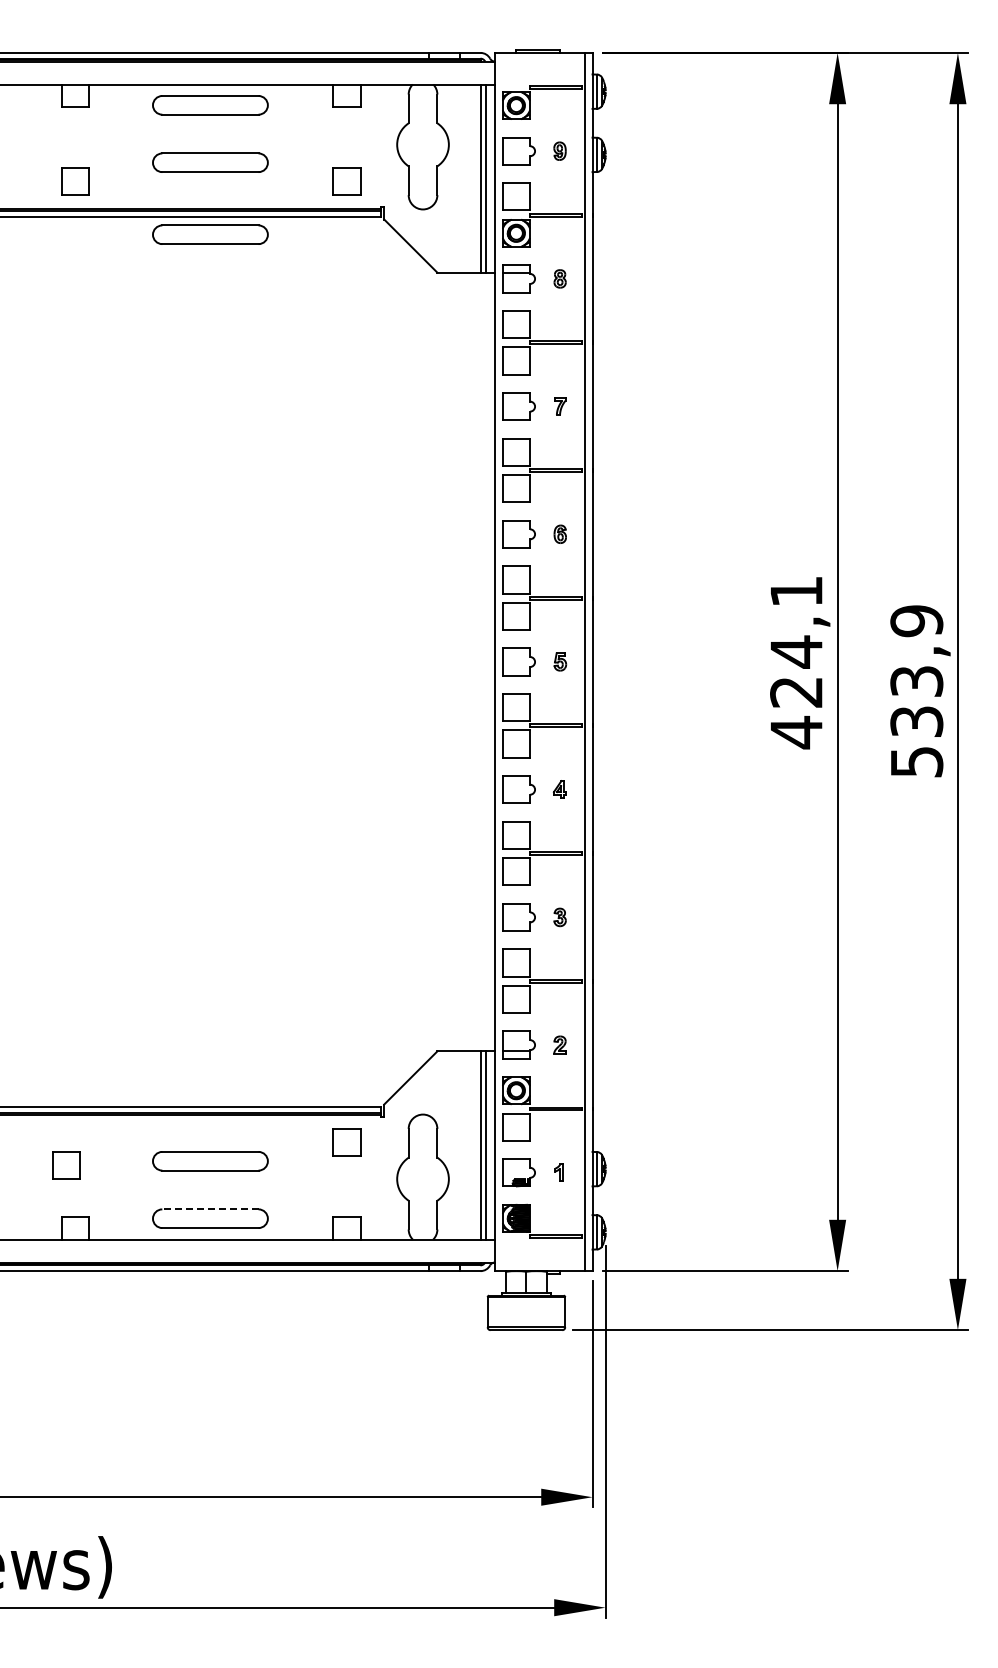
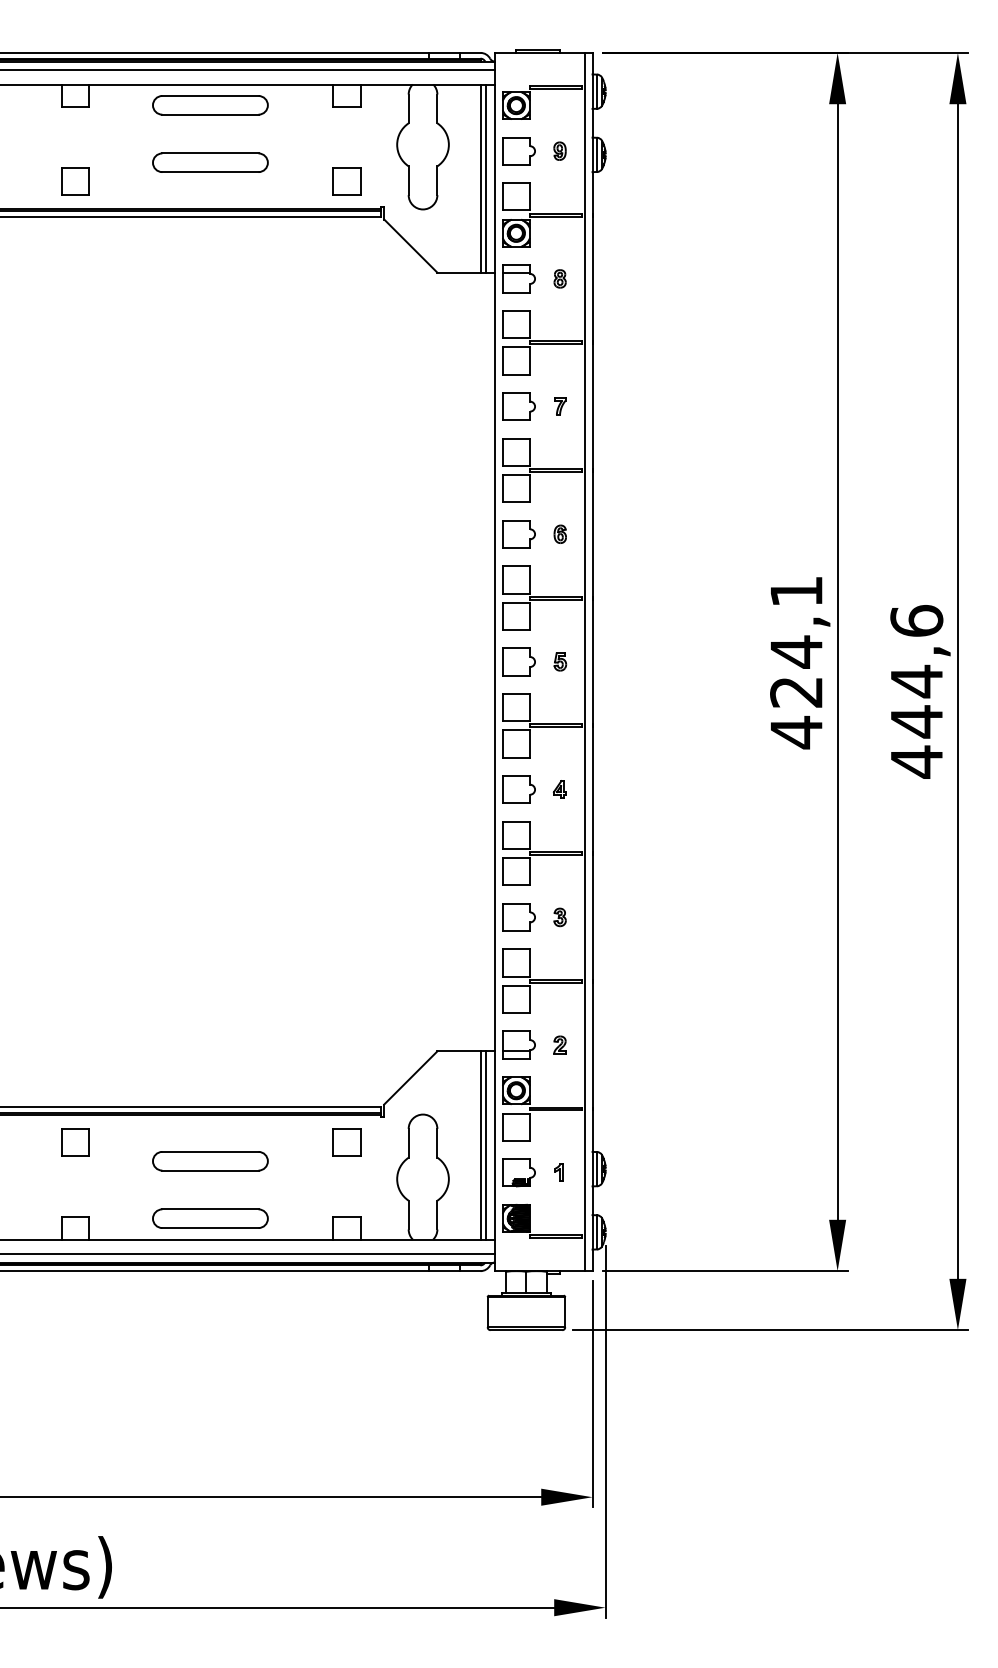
line at (248, 70): none -> present
part at (210, 234): present -> none
text at (916, 691): 533,9 -> 444,6
part at (66, 1165) position: (66, 1165) -> (75, 1142)
line at (209, 1209): dashed -> solid
line at (248, 1253): none -> present
